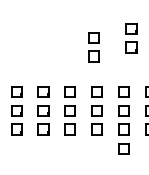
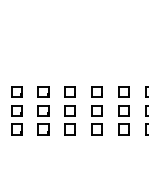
part at (131, 38): present -> none
part at (93, 47): present -> none
part at (123, 148): present -> none
